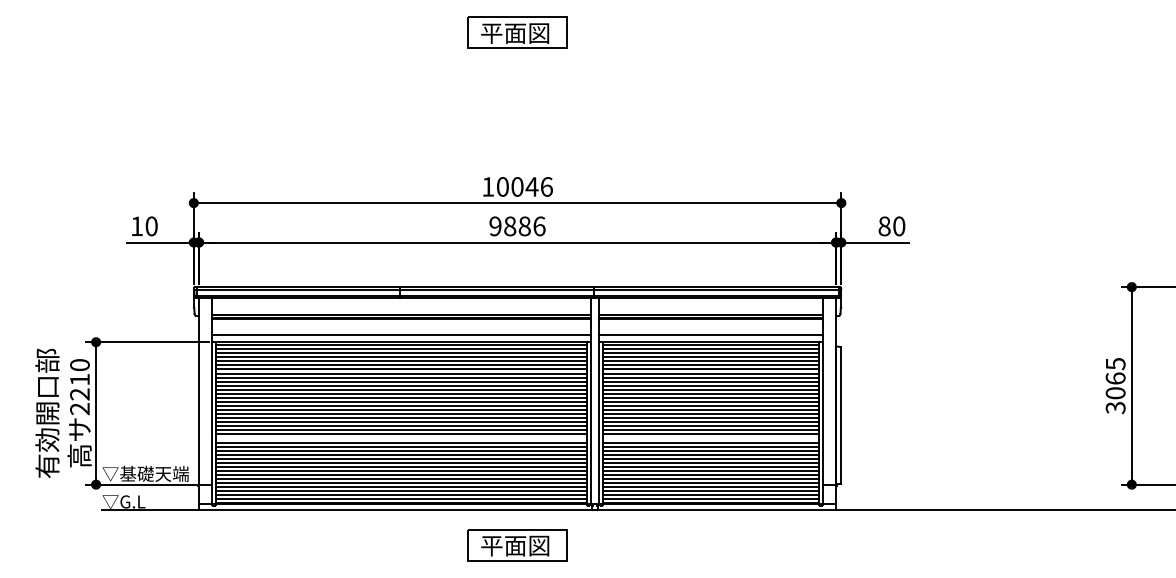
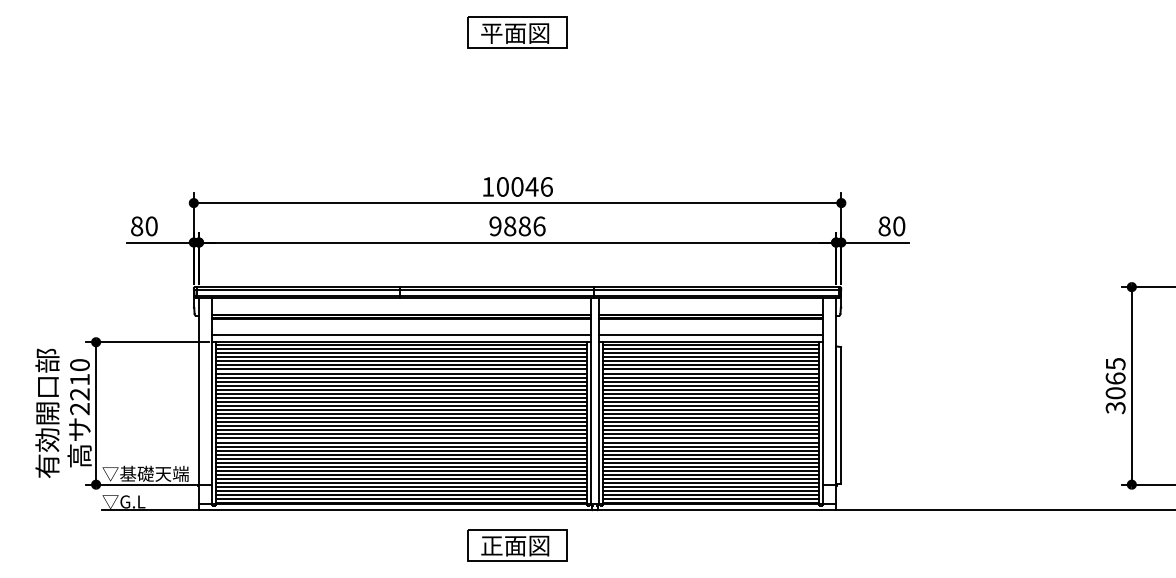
text at (137, 226): 10 -> 80
line at (401, 438): none -> present
line at (710, 438): none -> present
text at (491, 546): 平面図 -> 正面図
